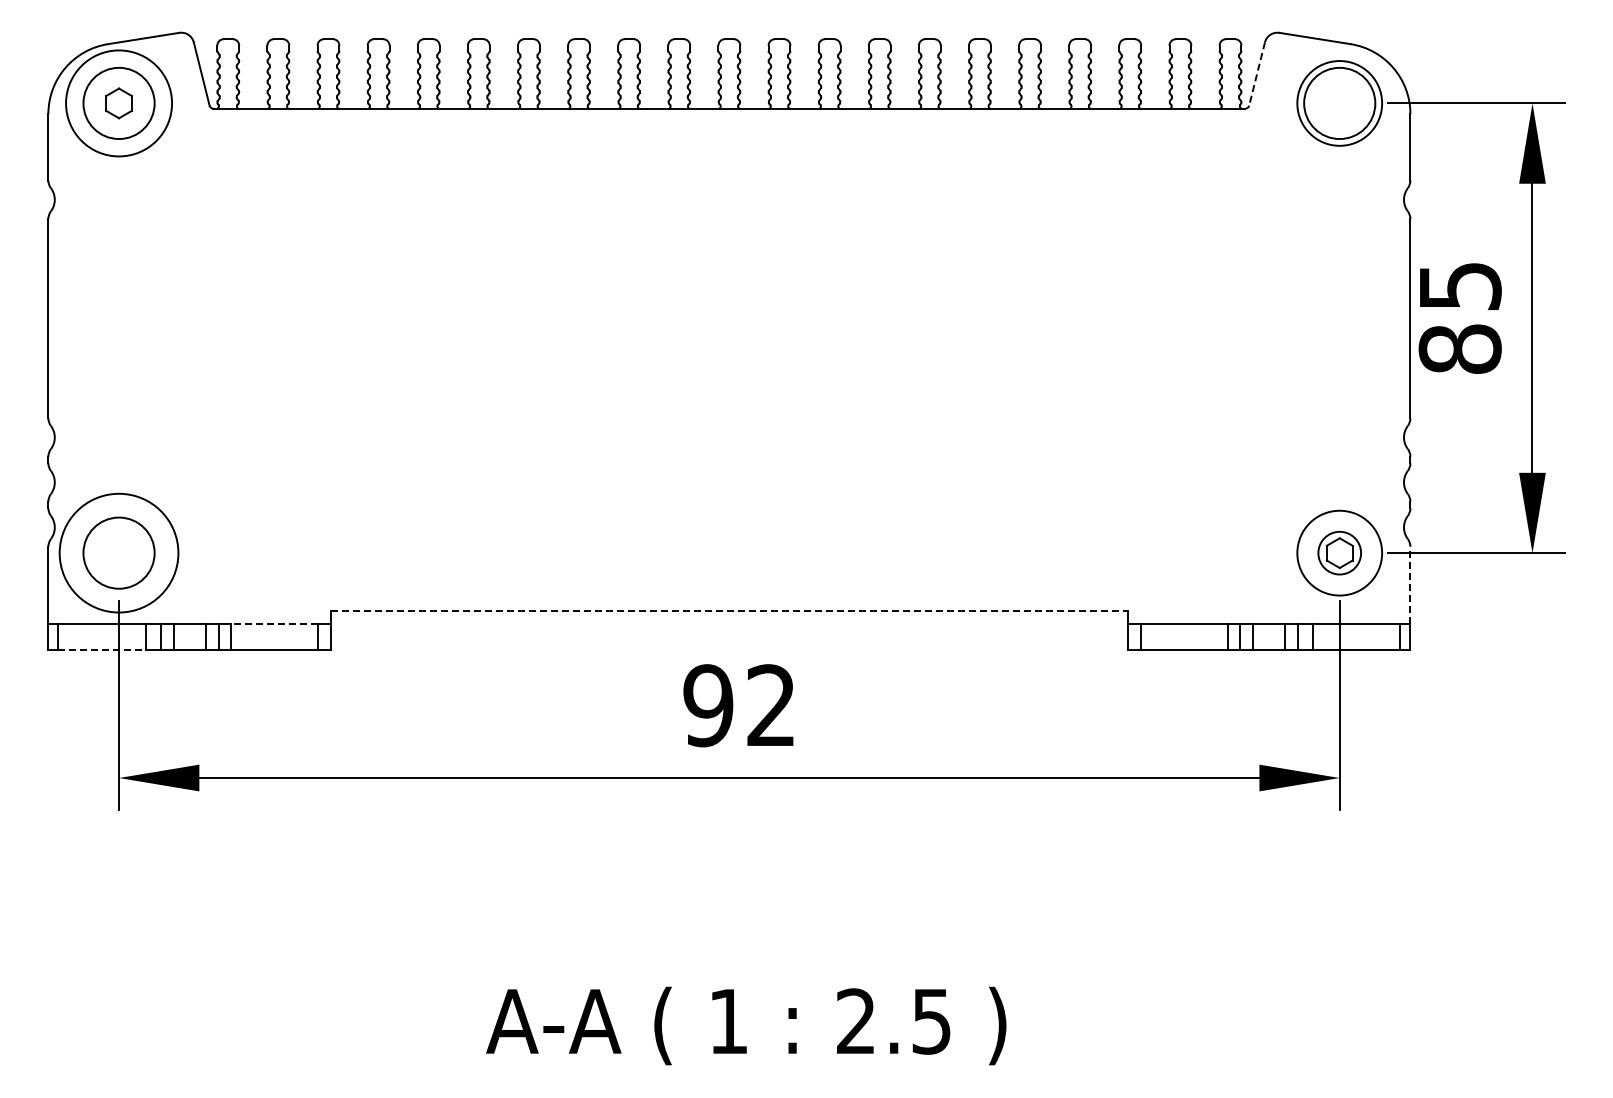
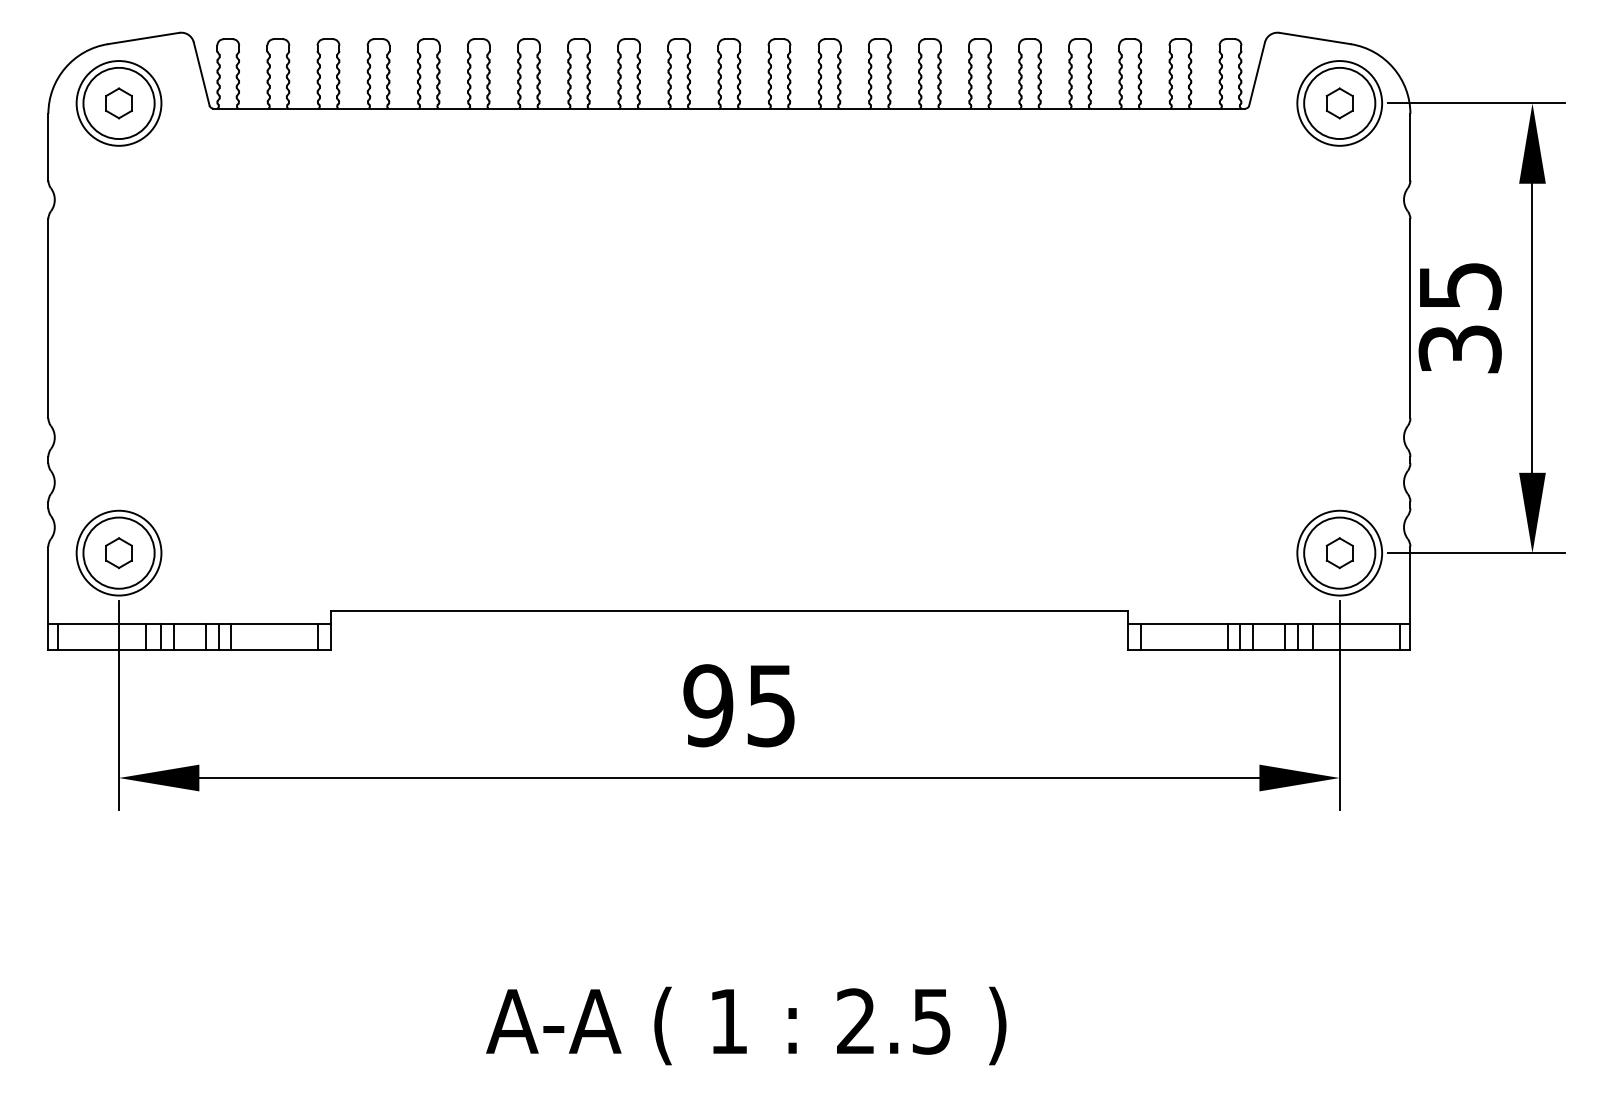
line at (1257, 74): dashed -> solid
circle at (119, 103) diameter: 106 px -> 85 px
part at (1339, 103): none -> present
text at (1459, 348): 85 -> 35
circle at (118, 552) diameter: 119 px -> 85 px
circle at (1339, 552) diameter: 43 px -> 71 px
part at (118, 553): none -> present
line at (1410, 585): dashed -> solid
line at (729, 610): dashed -> solid
line at (274, 623): dashed -> solid
line at (102, 649): dashed -> solid
text at (770, 705): 92 -> 95
